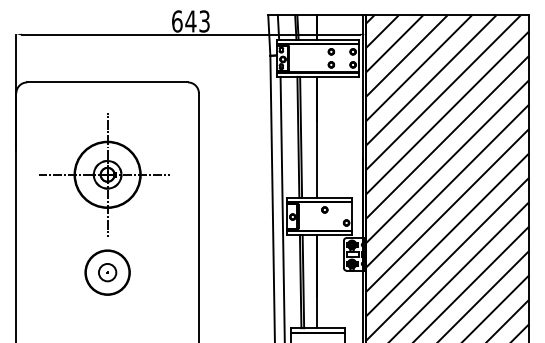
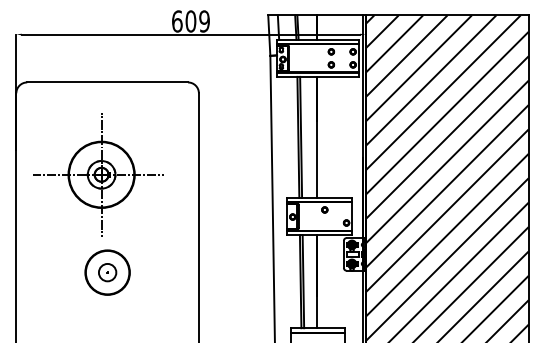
text at (197, 21): 643 -> 609
part at (104, 174) position: (104, 174) -> (98, 174)
line at (282, 207): present -> none
